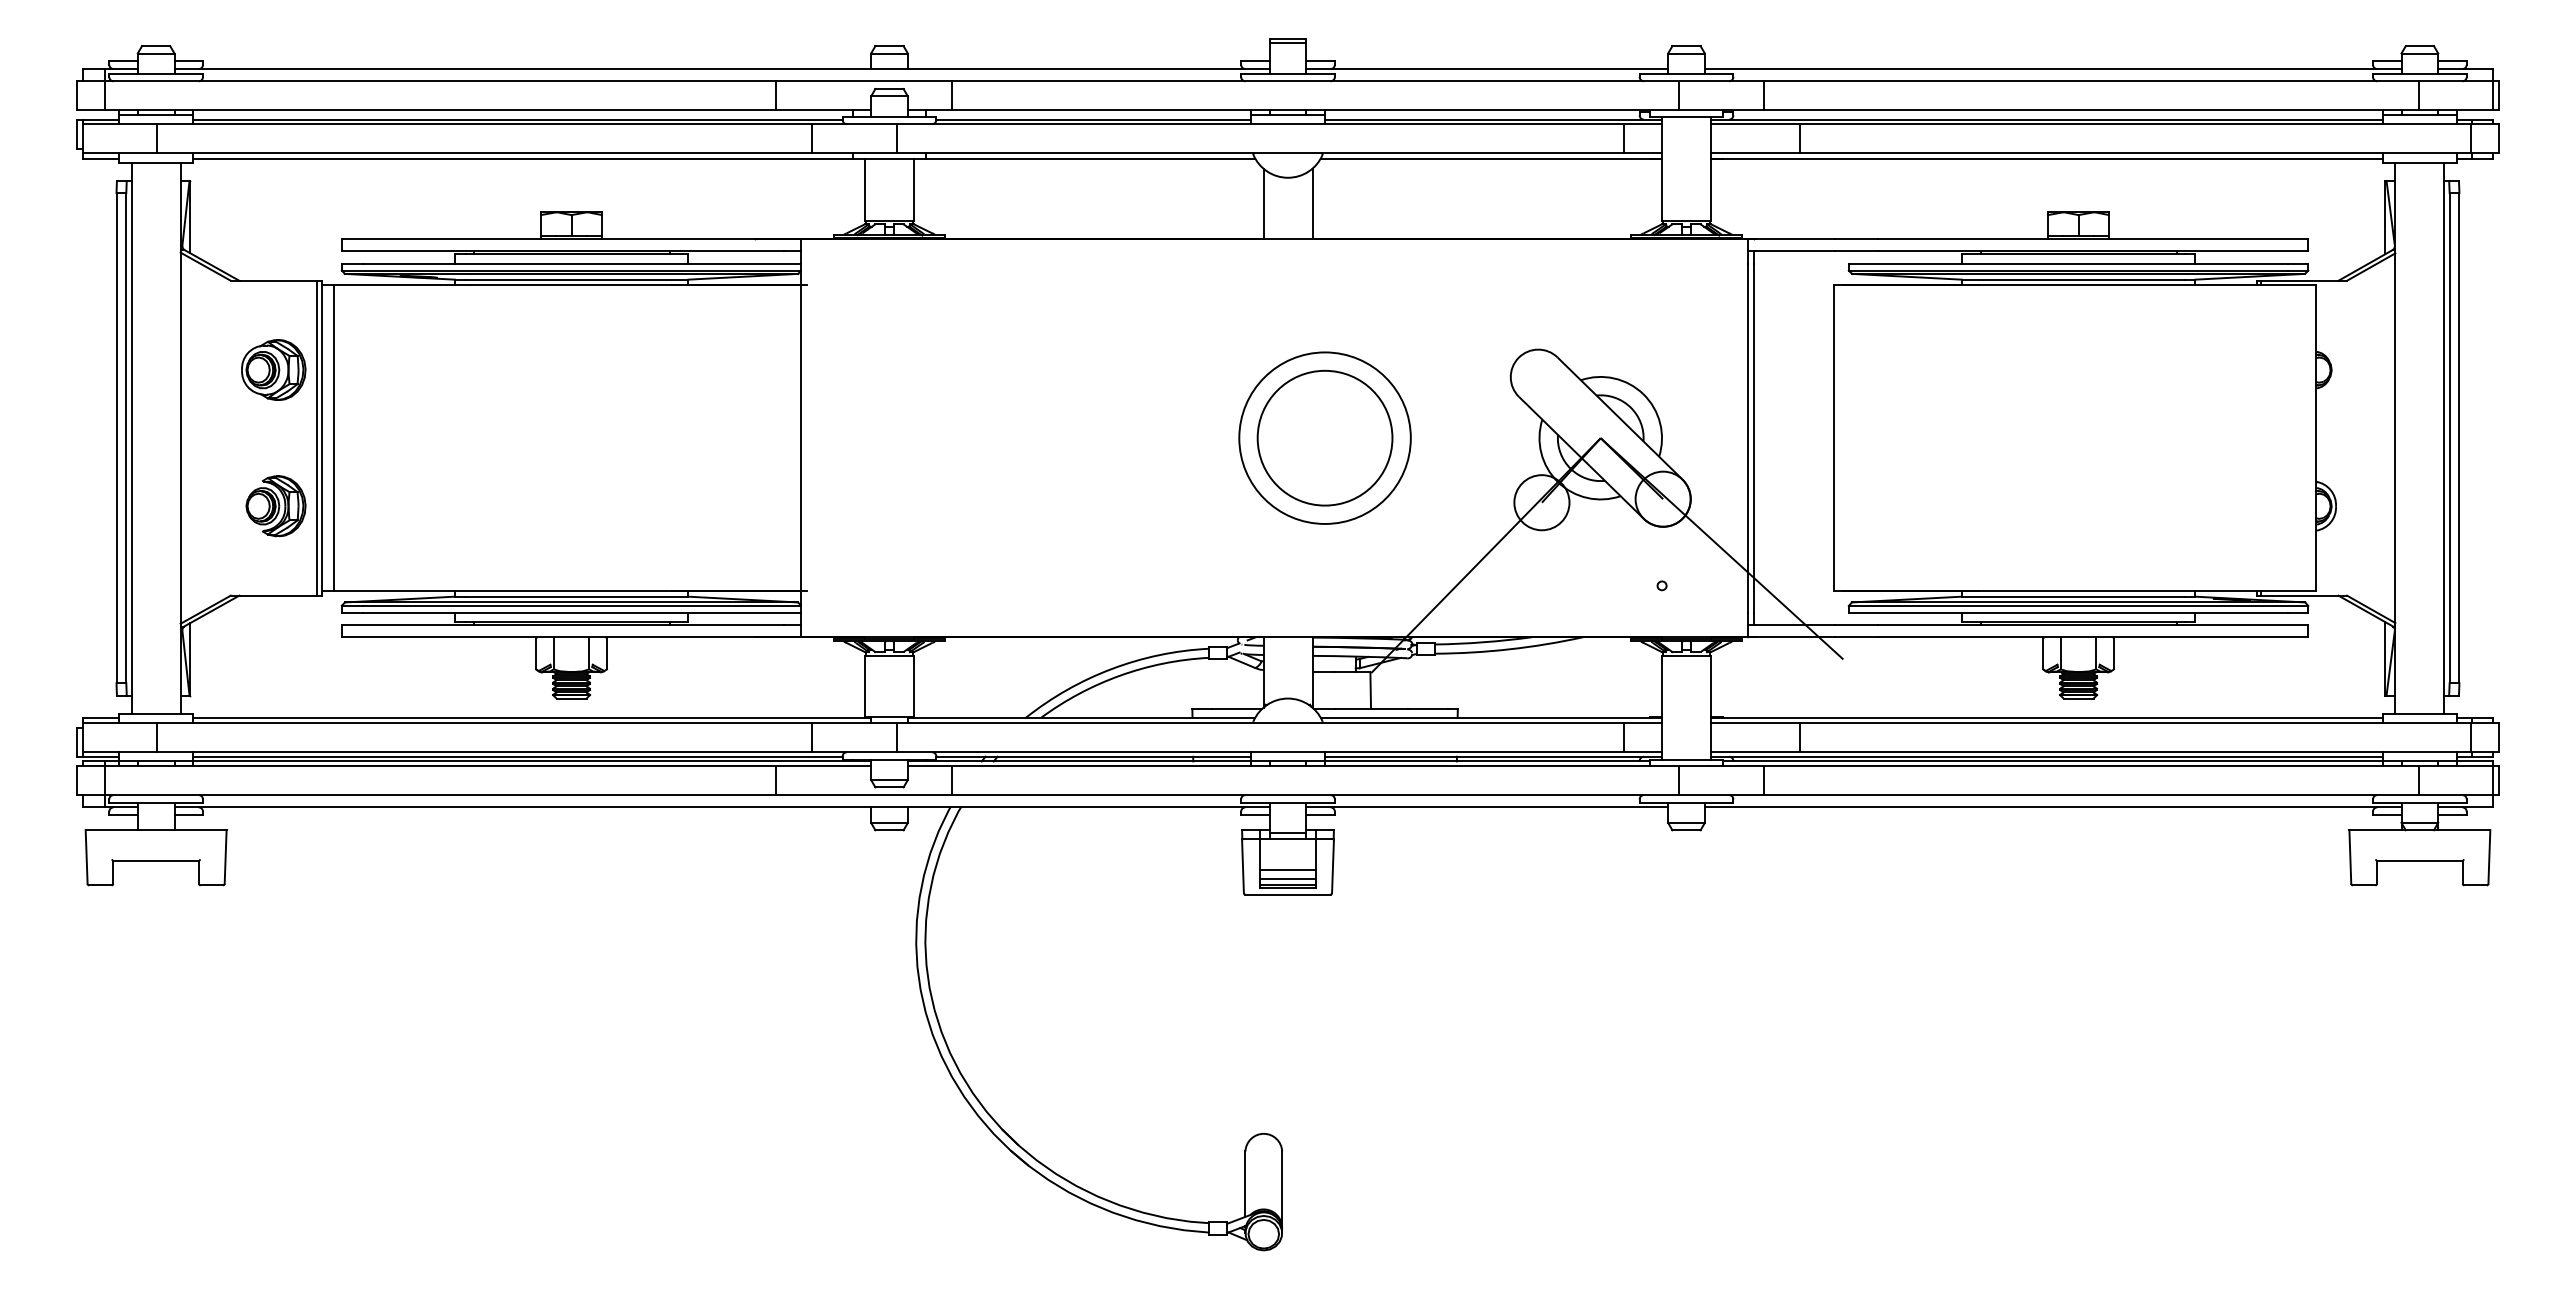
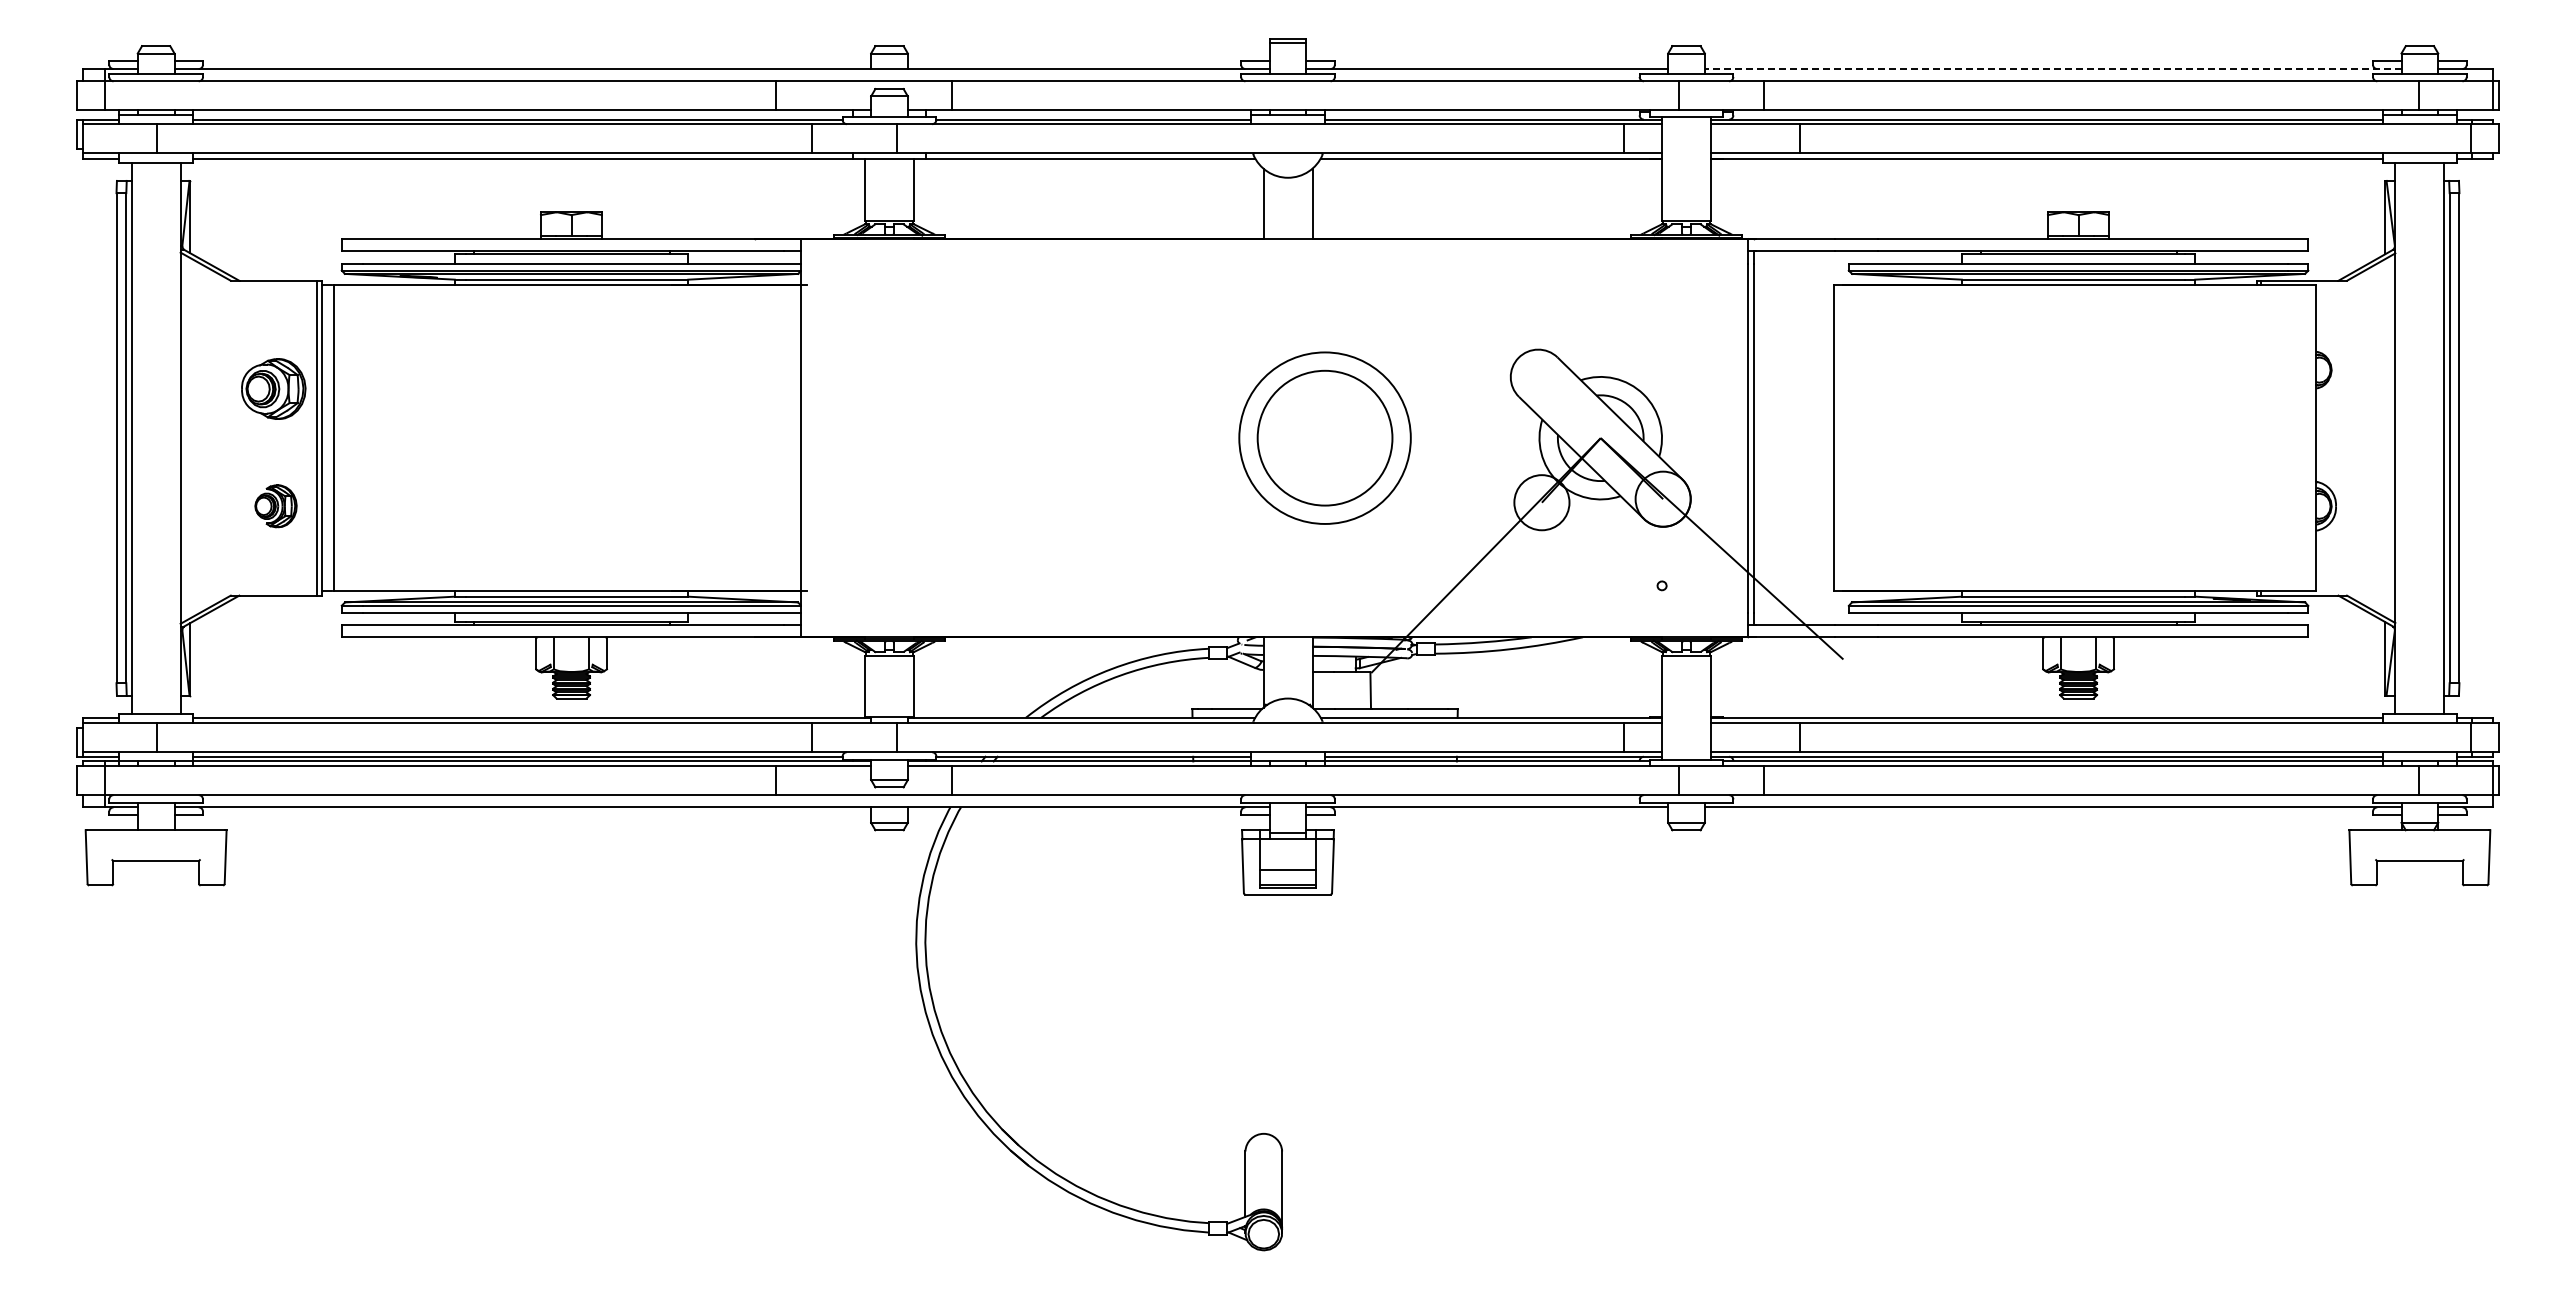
line at (2052, 69): solid -> dashed
part at (273, 369) position: (273, 369) -> (273, 388)
part at (275, 506) size: 62x63 px -> 44x45 px
line at (1287, 879): present -> none
